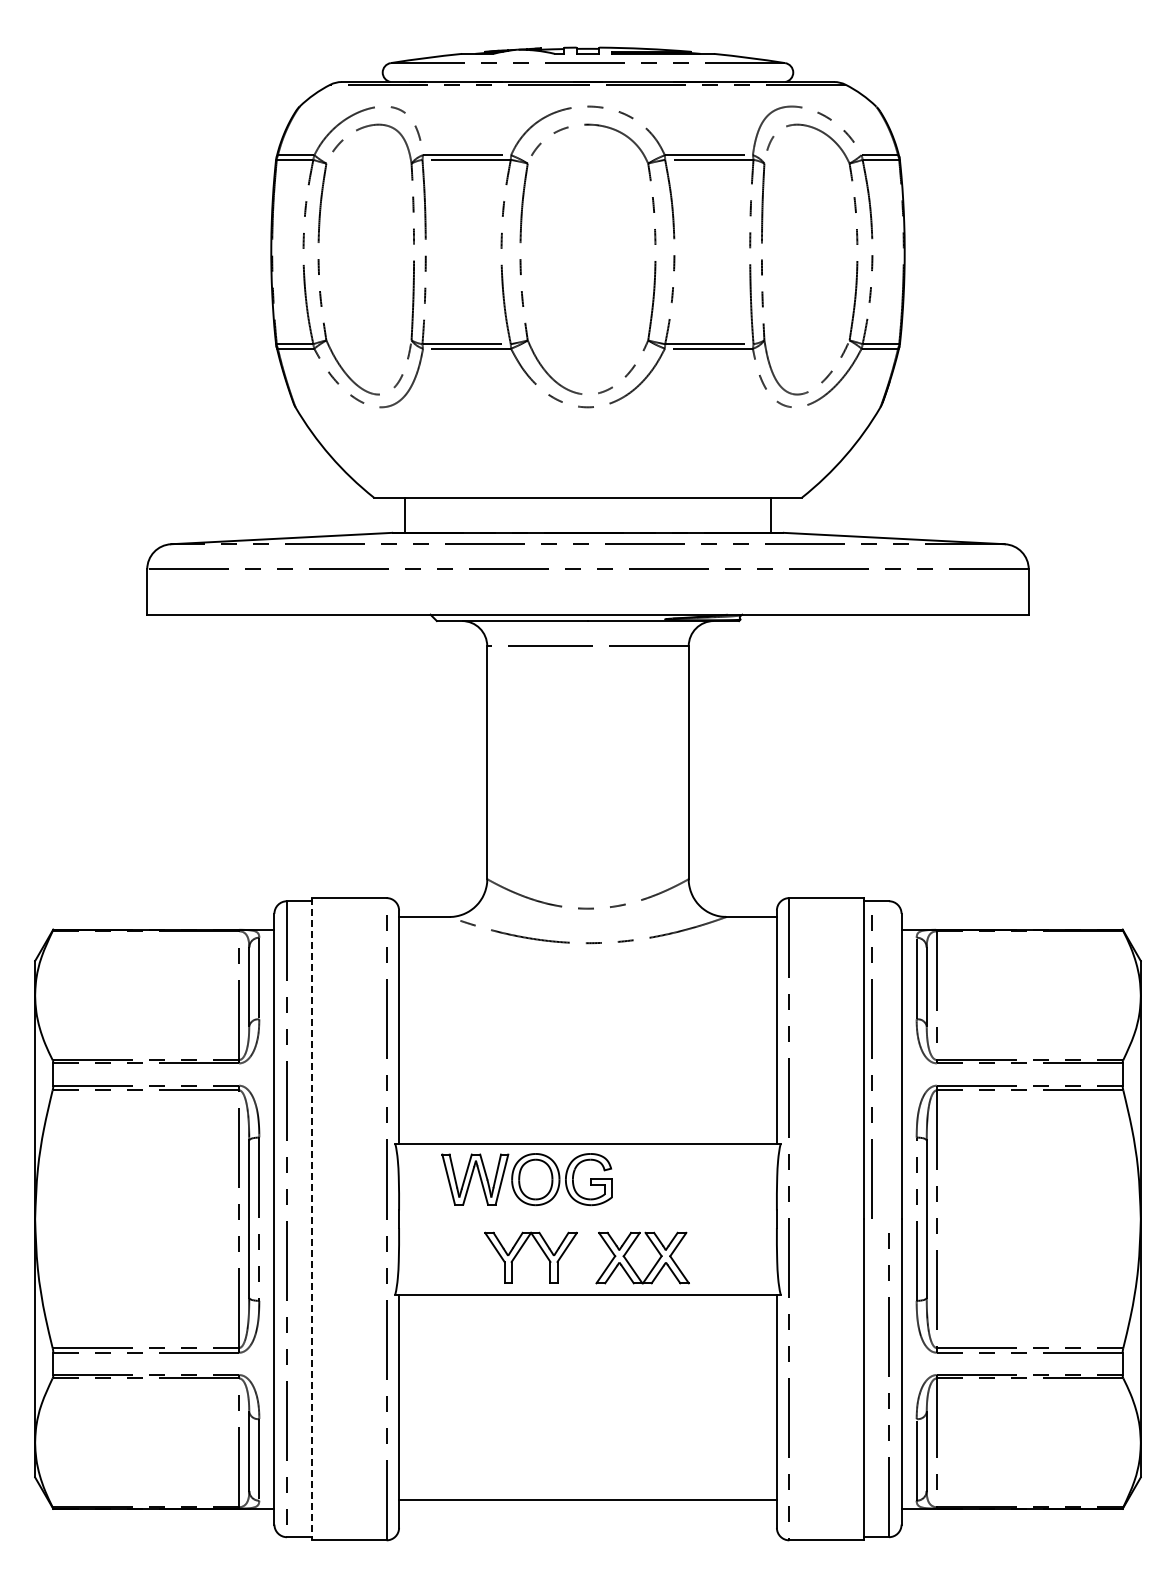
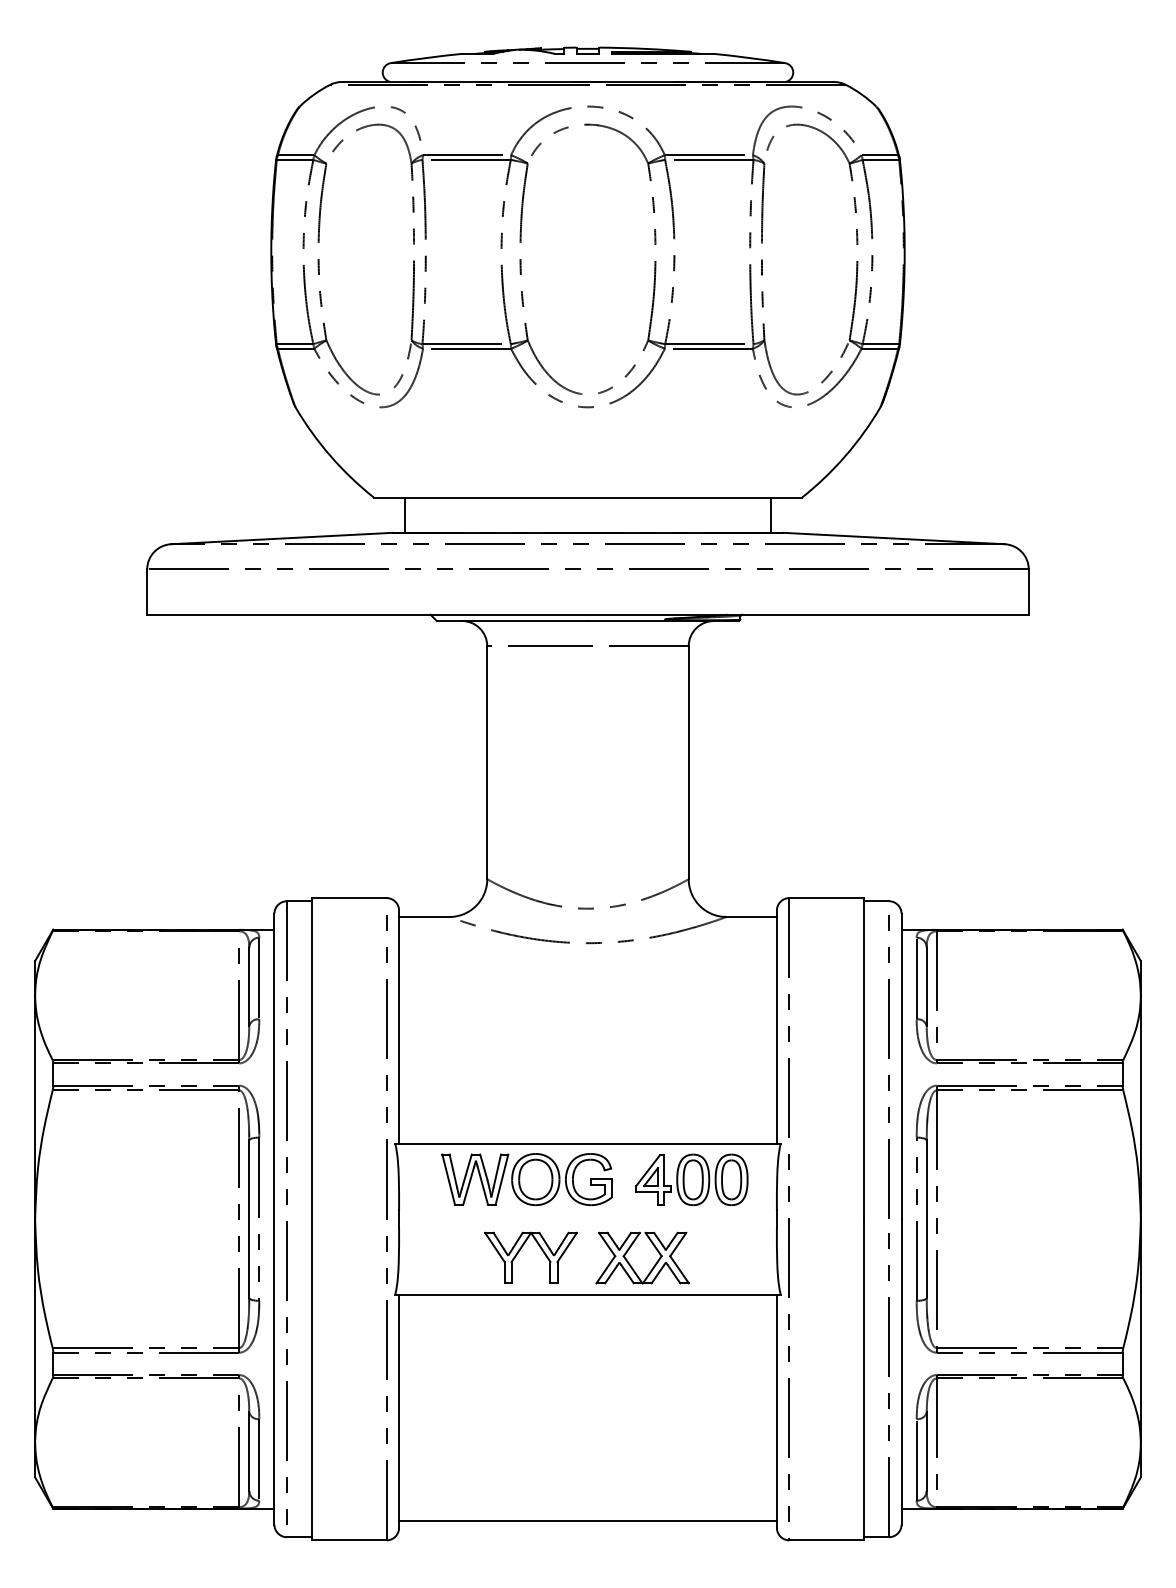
line at (871, 1058) position: (871, 1058) -> (888, 1058)
part at (691, 1179): none -> present
line at (312, 1219): dashed -> solid
line at (587, 1500) position: (587, 1500) -> (587, 1521)
